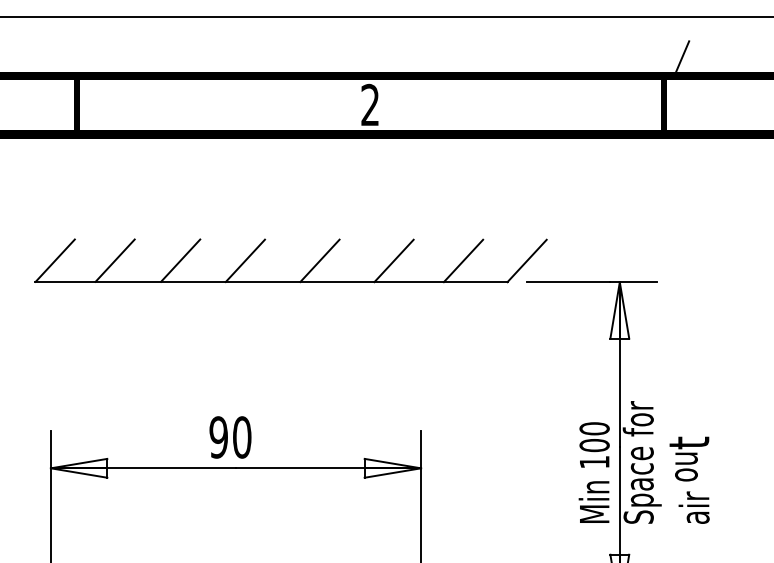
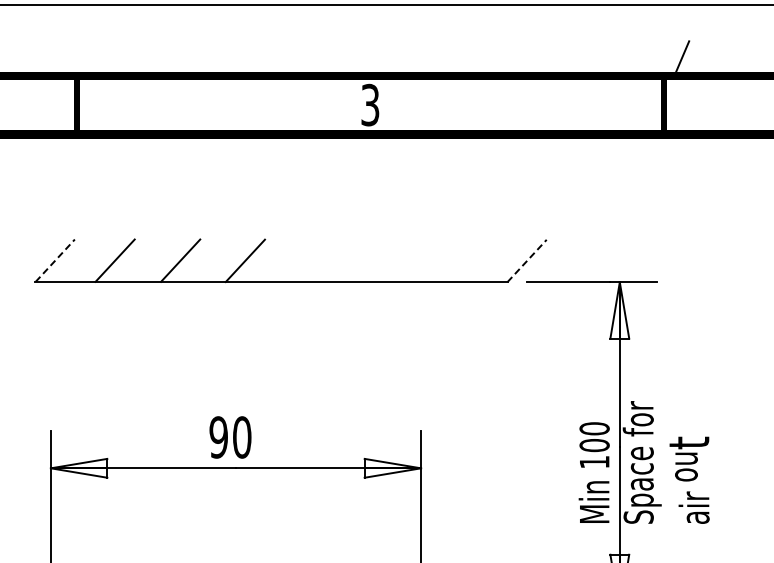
line at (386, 17) position: (386, 17) -> (386, 5)
text at (370, 105): 2 -> 3
line at (55, 260): solid -> dashed
line at (319, 260): present -> none
line at (393, 260): present -> none
line at (463, 260): present -> none
line at (527, 261): solid -> dashed
